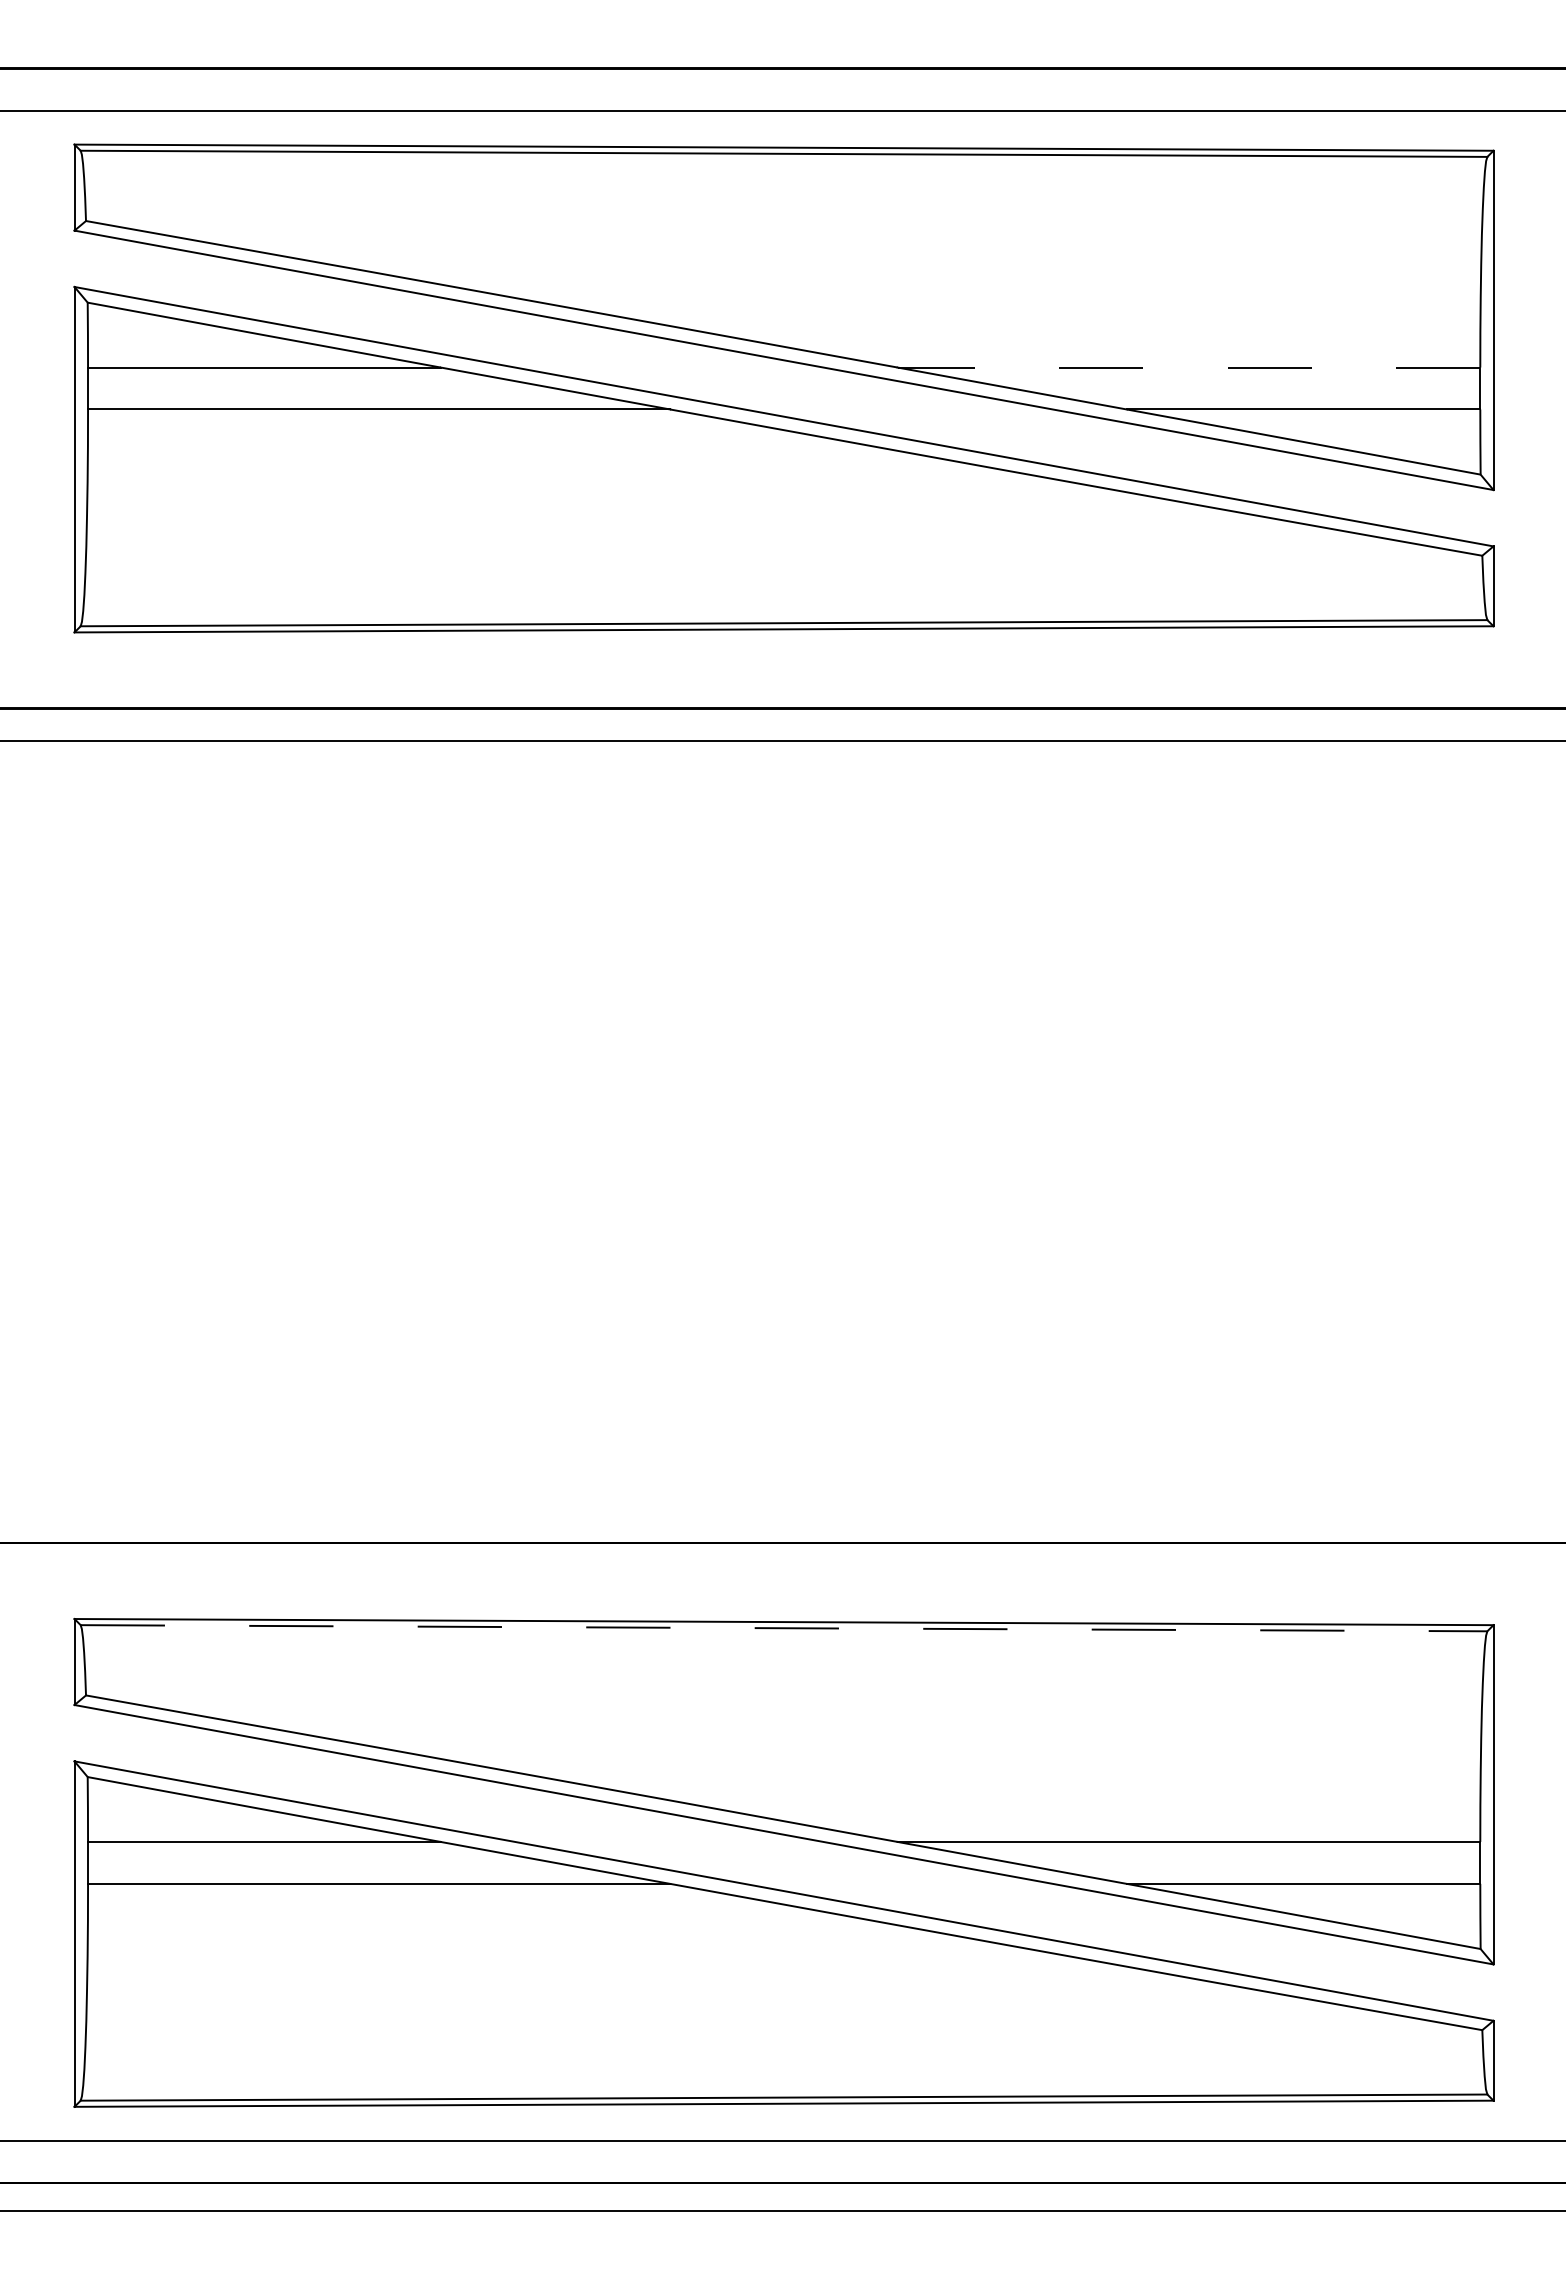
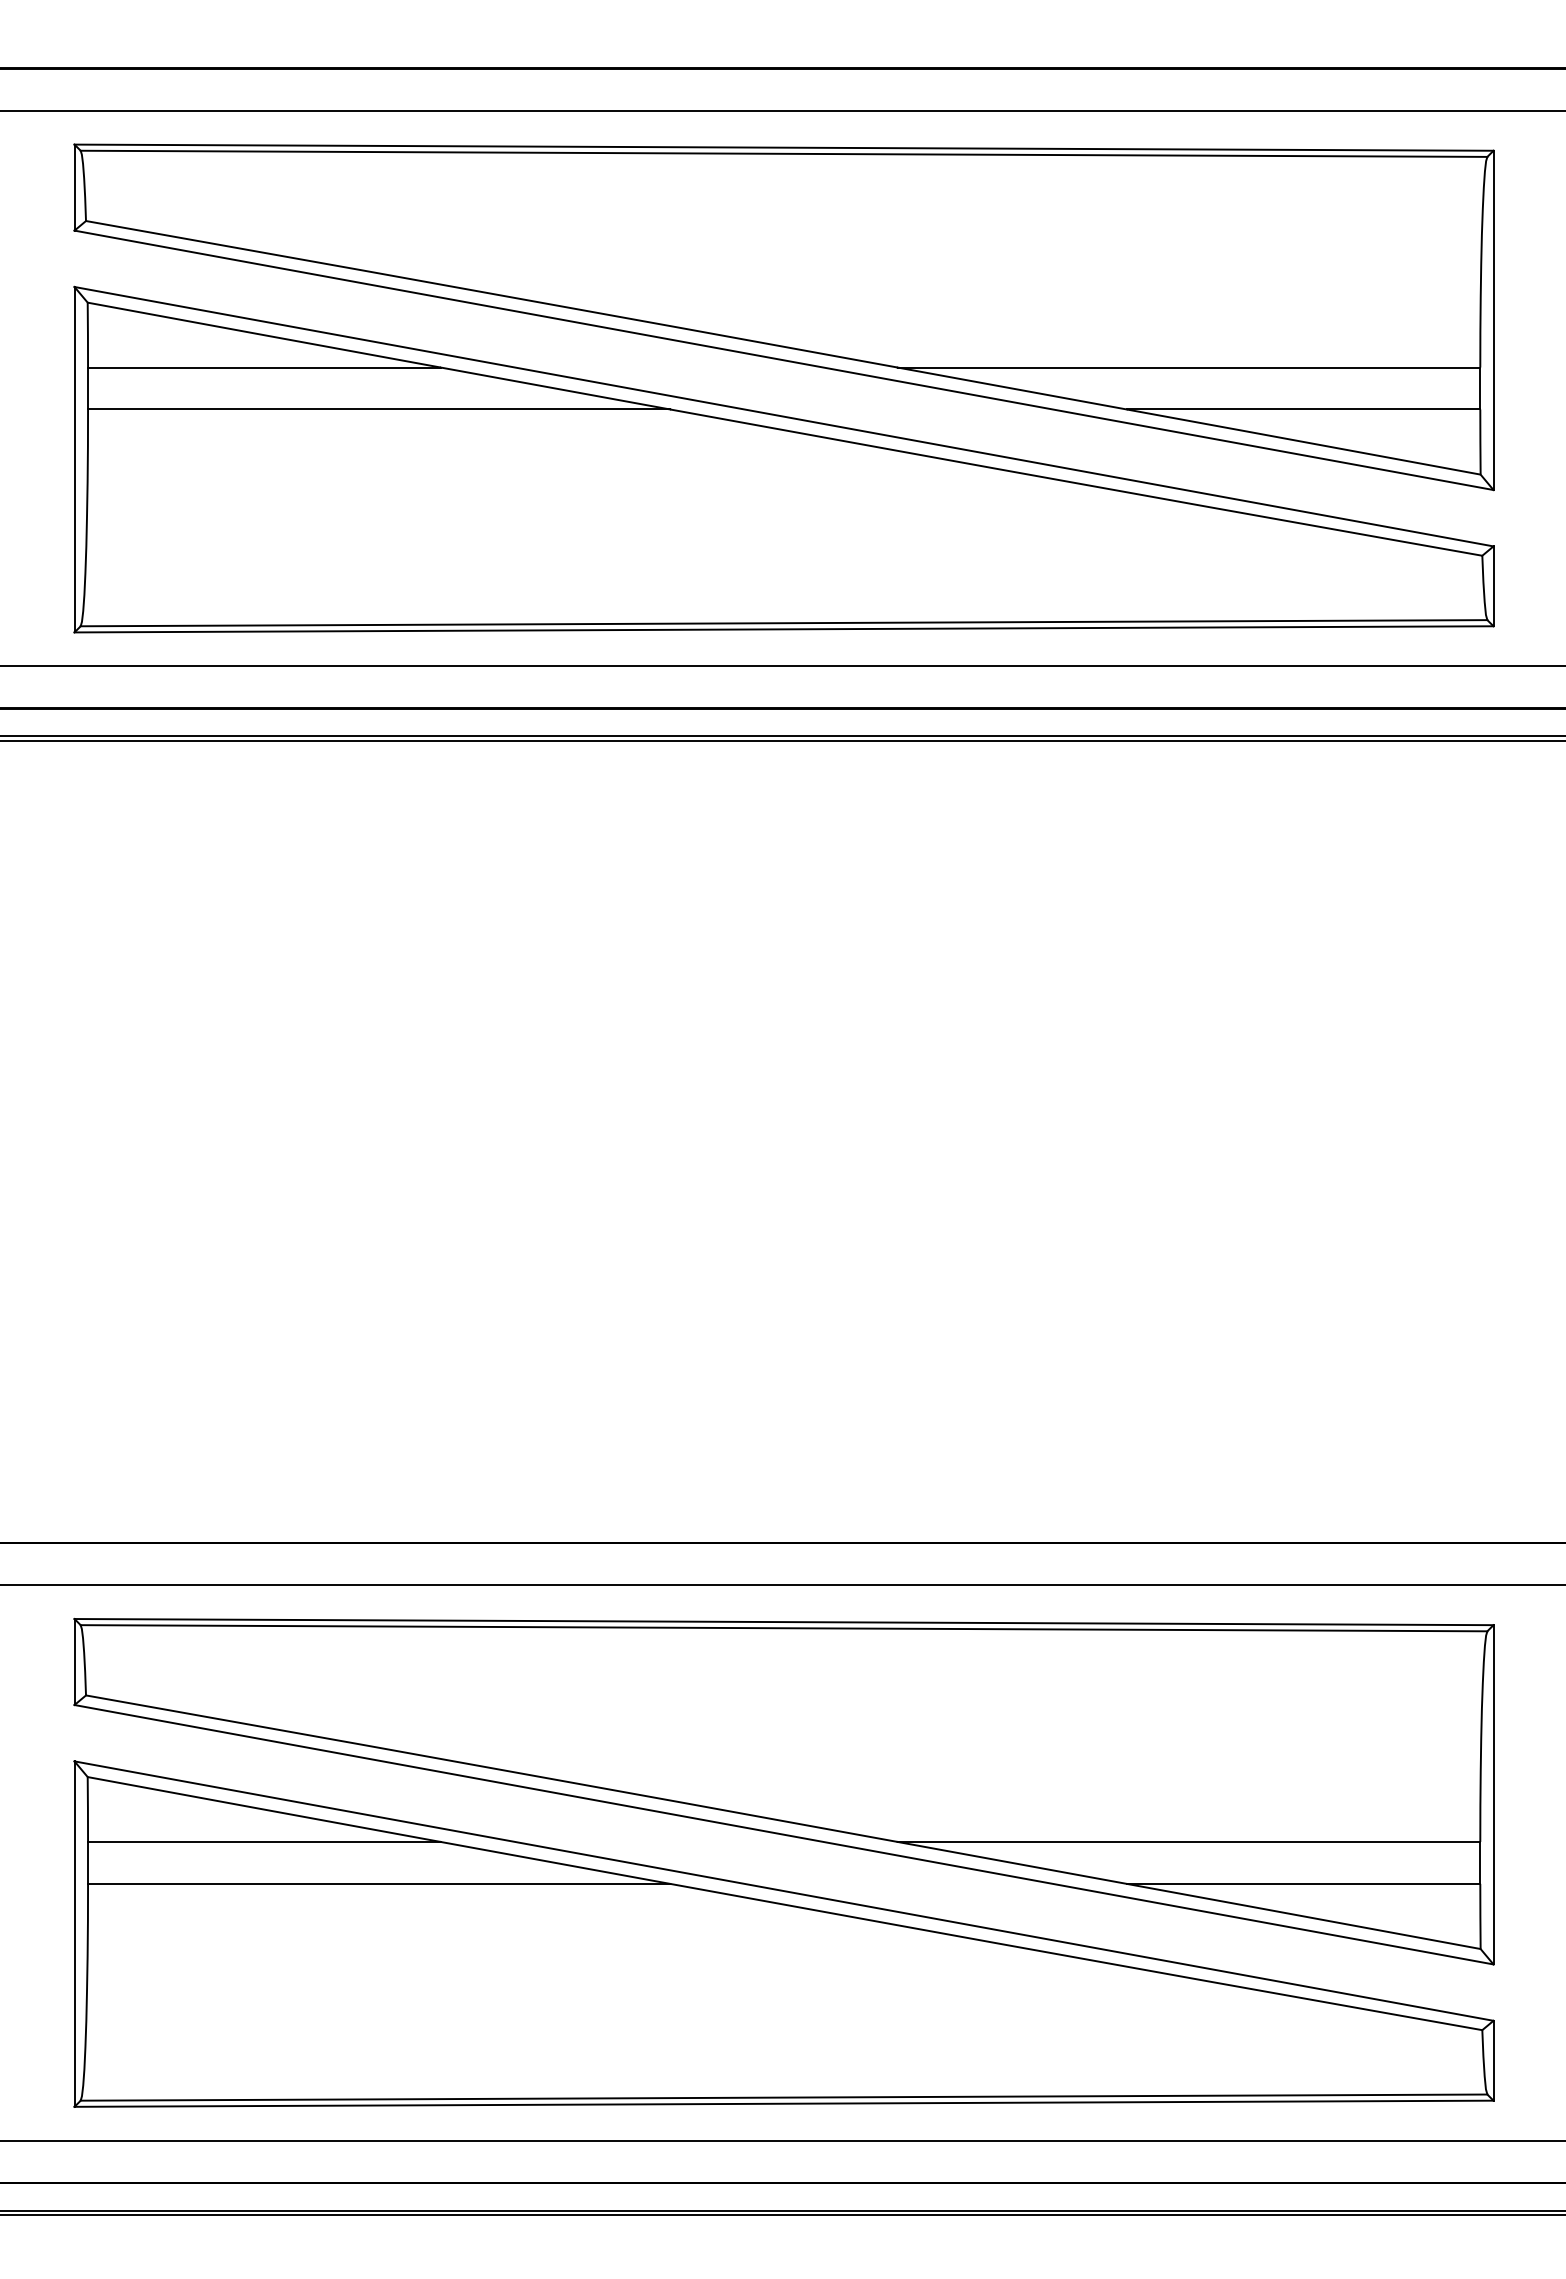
line at (1188, 367): dashed -> solid
line at (782, 666): none -> present
line at (782, 736): none -> present
line at (782, 1585): none -> present
line at (784, 1628): dashed -> solid
line at (782, 2215): none -> present
